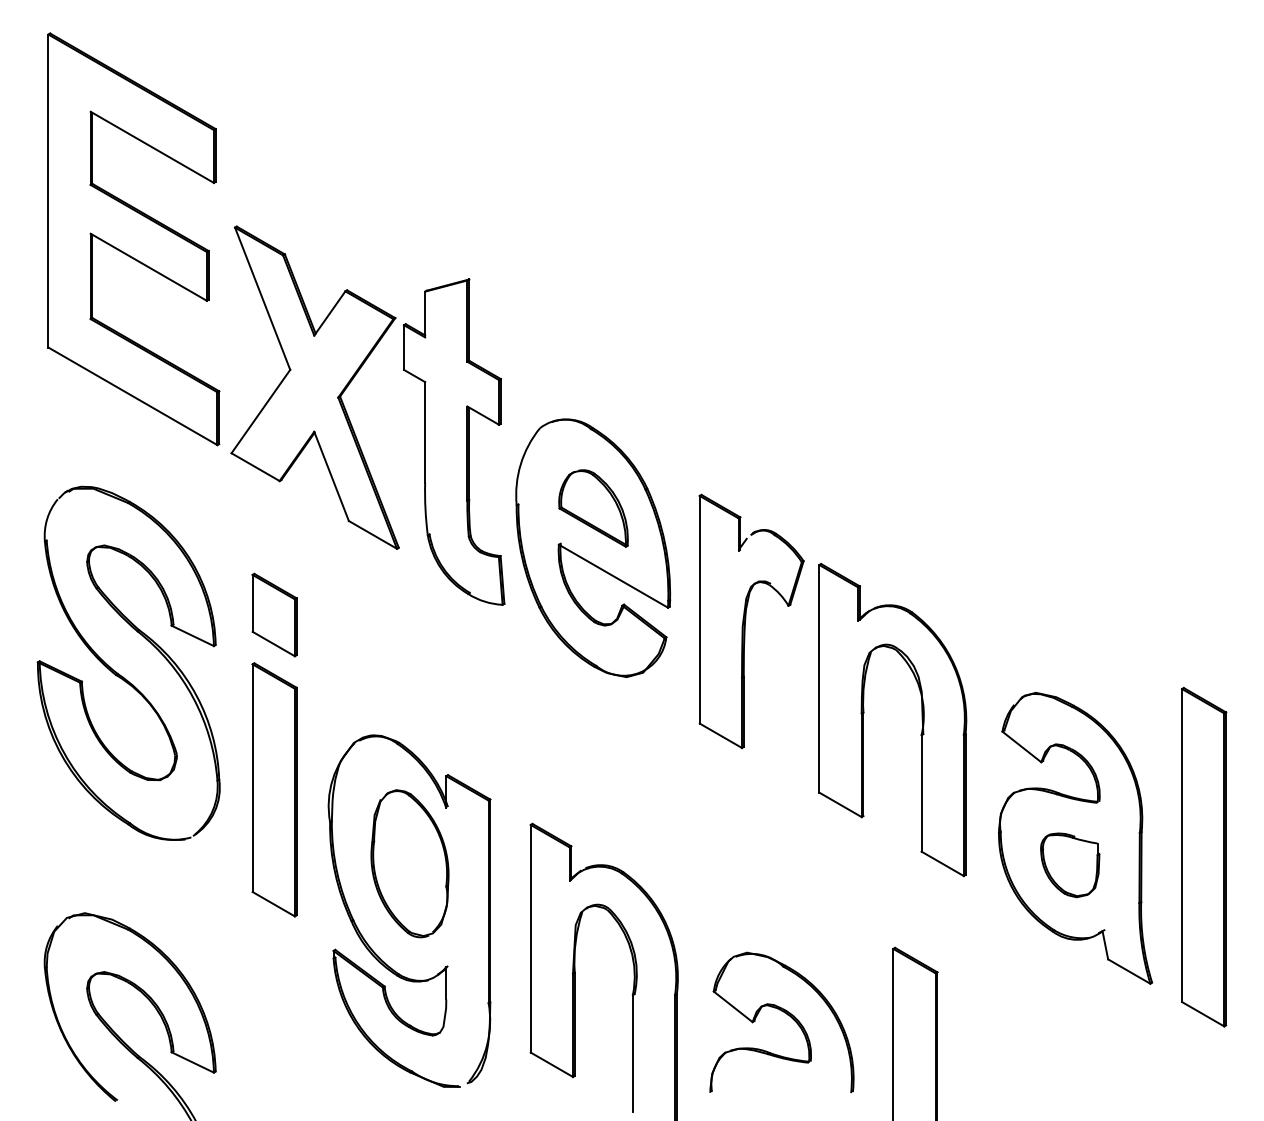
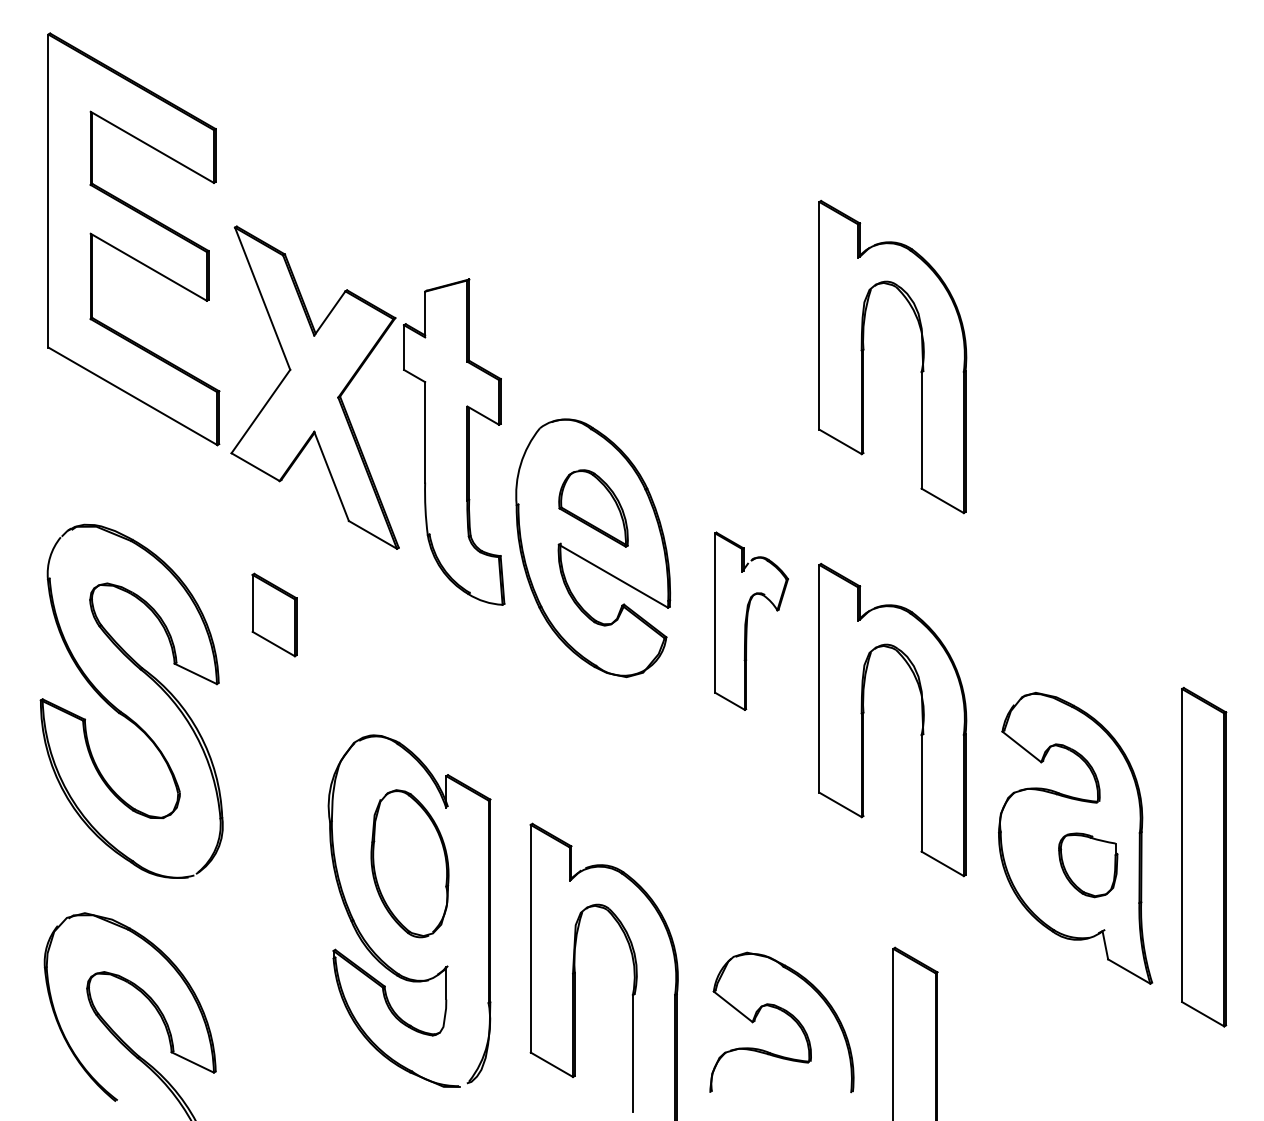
part at (864, 350): none -> present
part at (751, 620) size: 107x256 px -> 75x180 px
part at (120, 674) position: (120, 674) -> (123, 712)
part at (274, 789): present -> none
part at (1070, 865) position: (1070, 865) -> (1088, 865)
